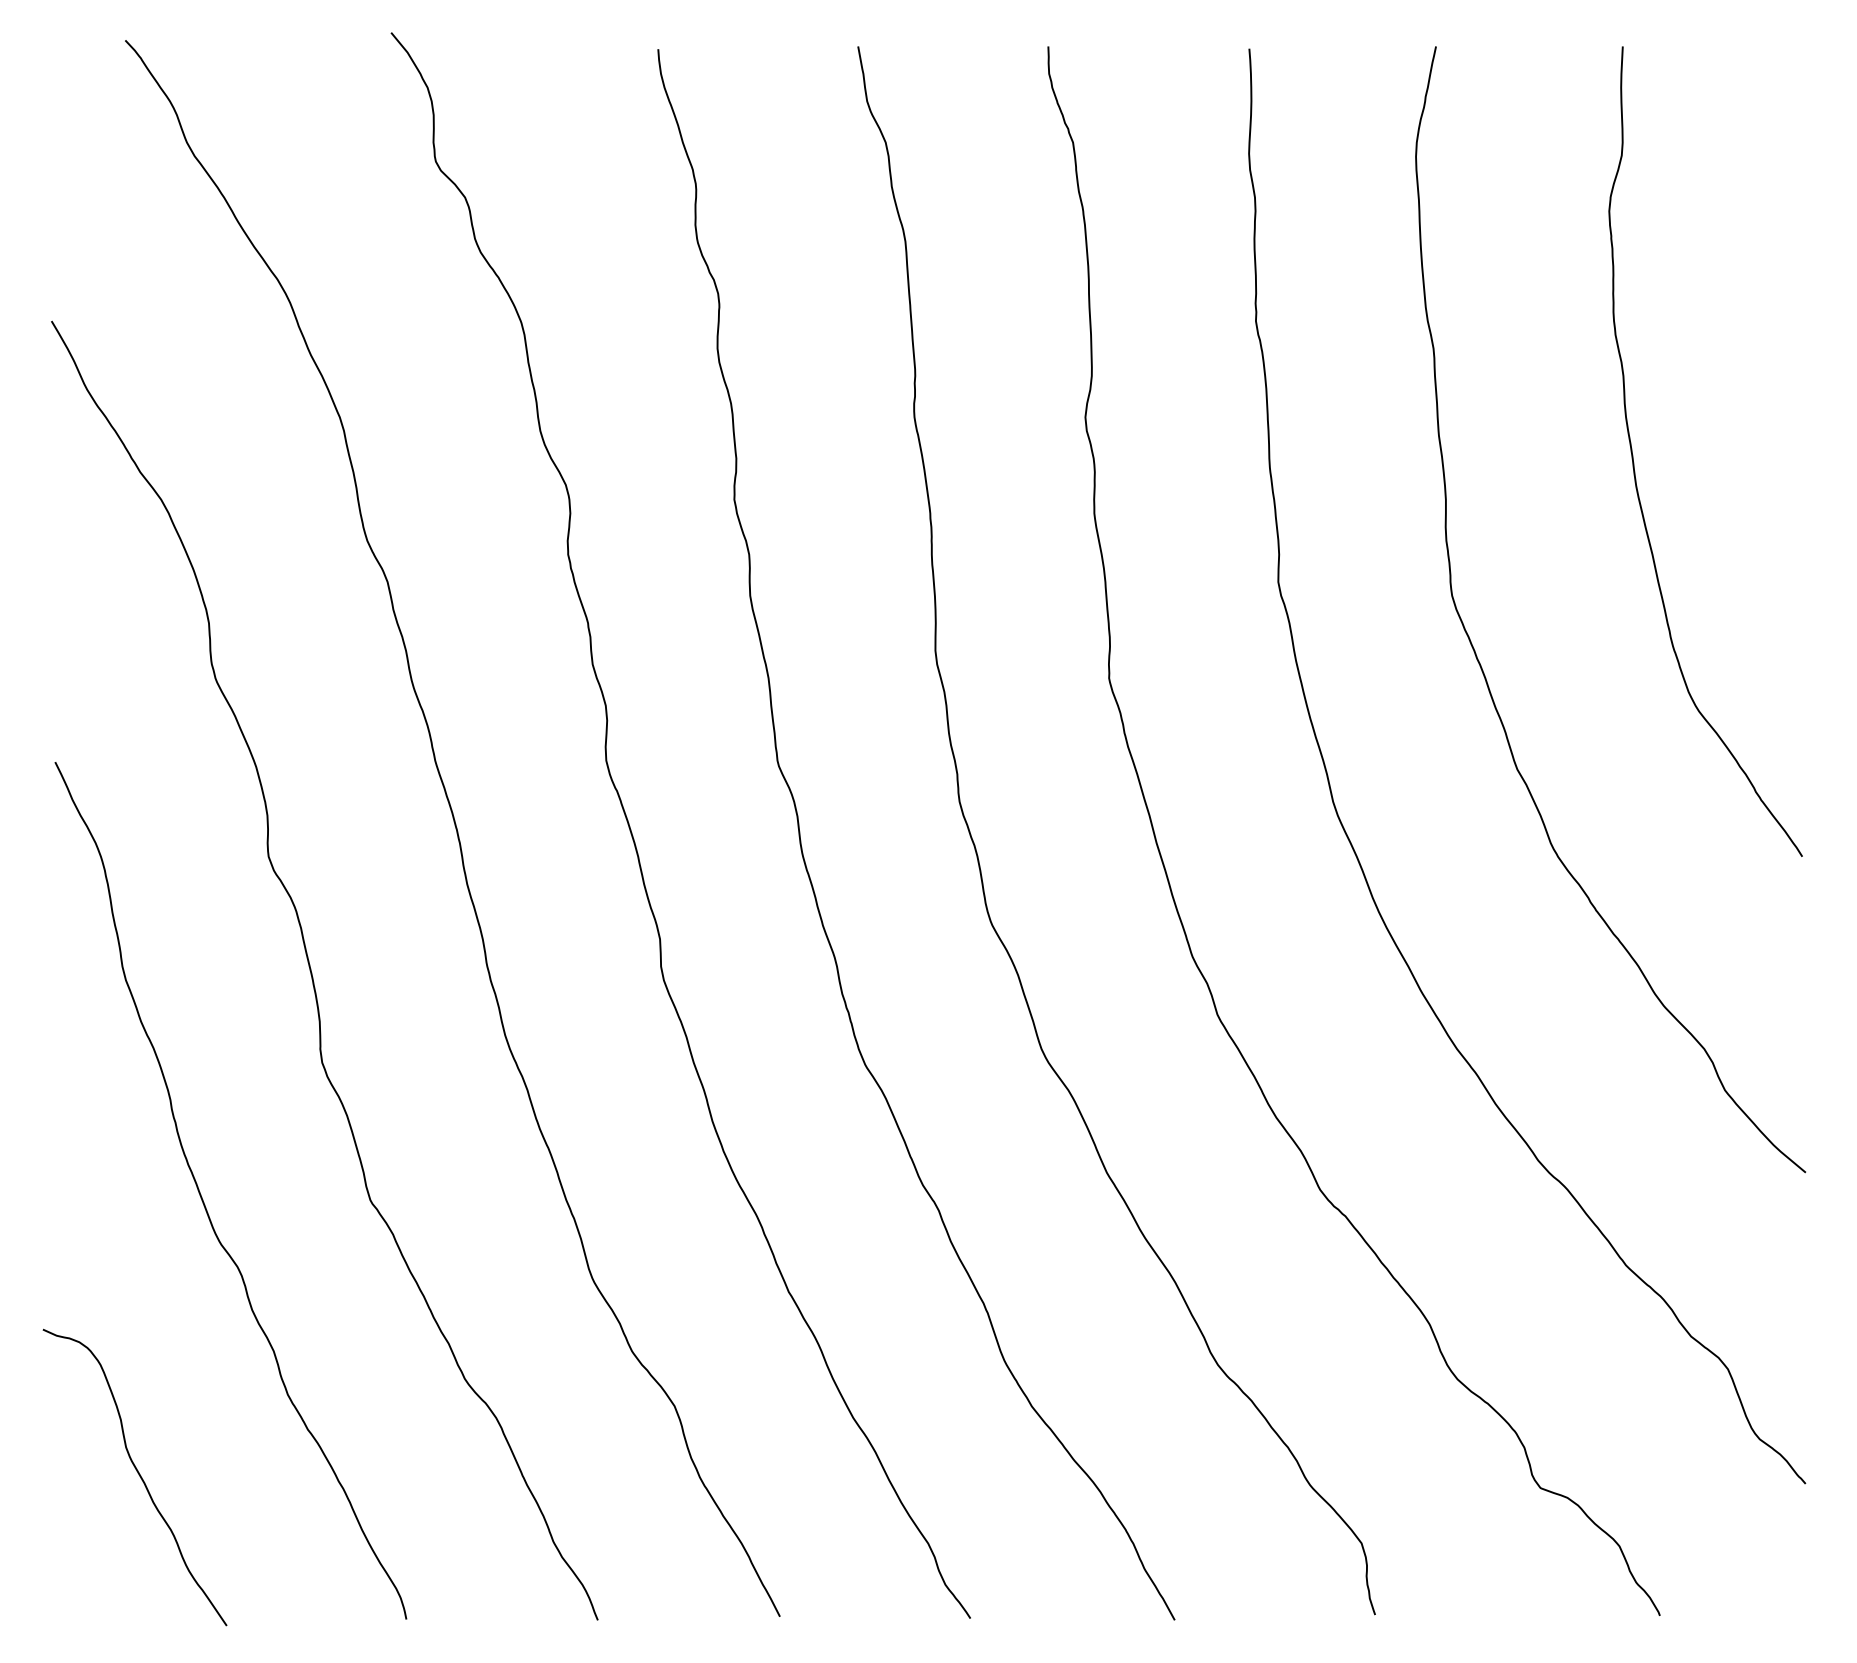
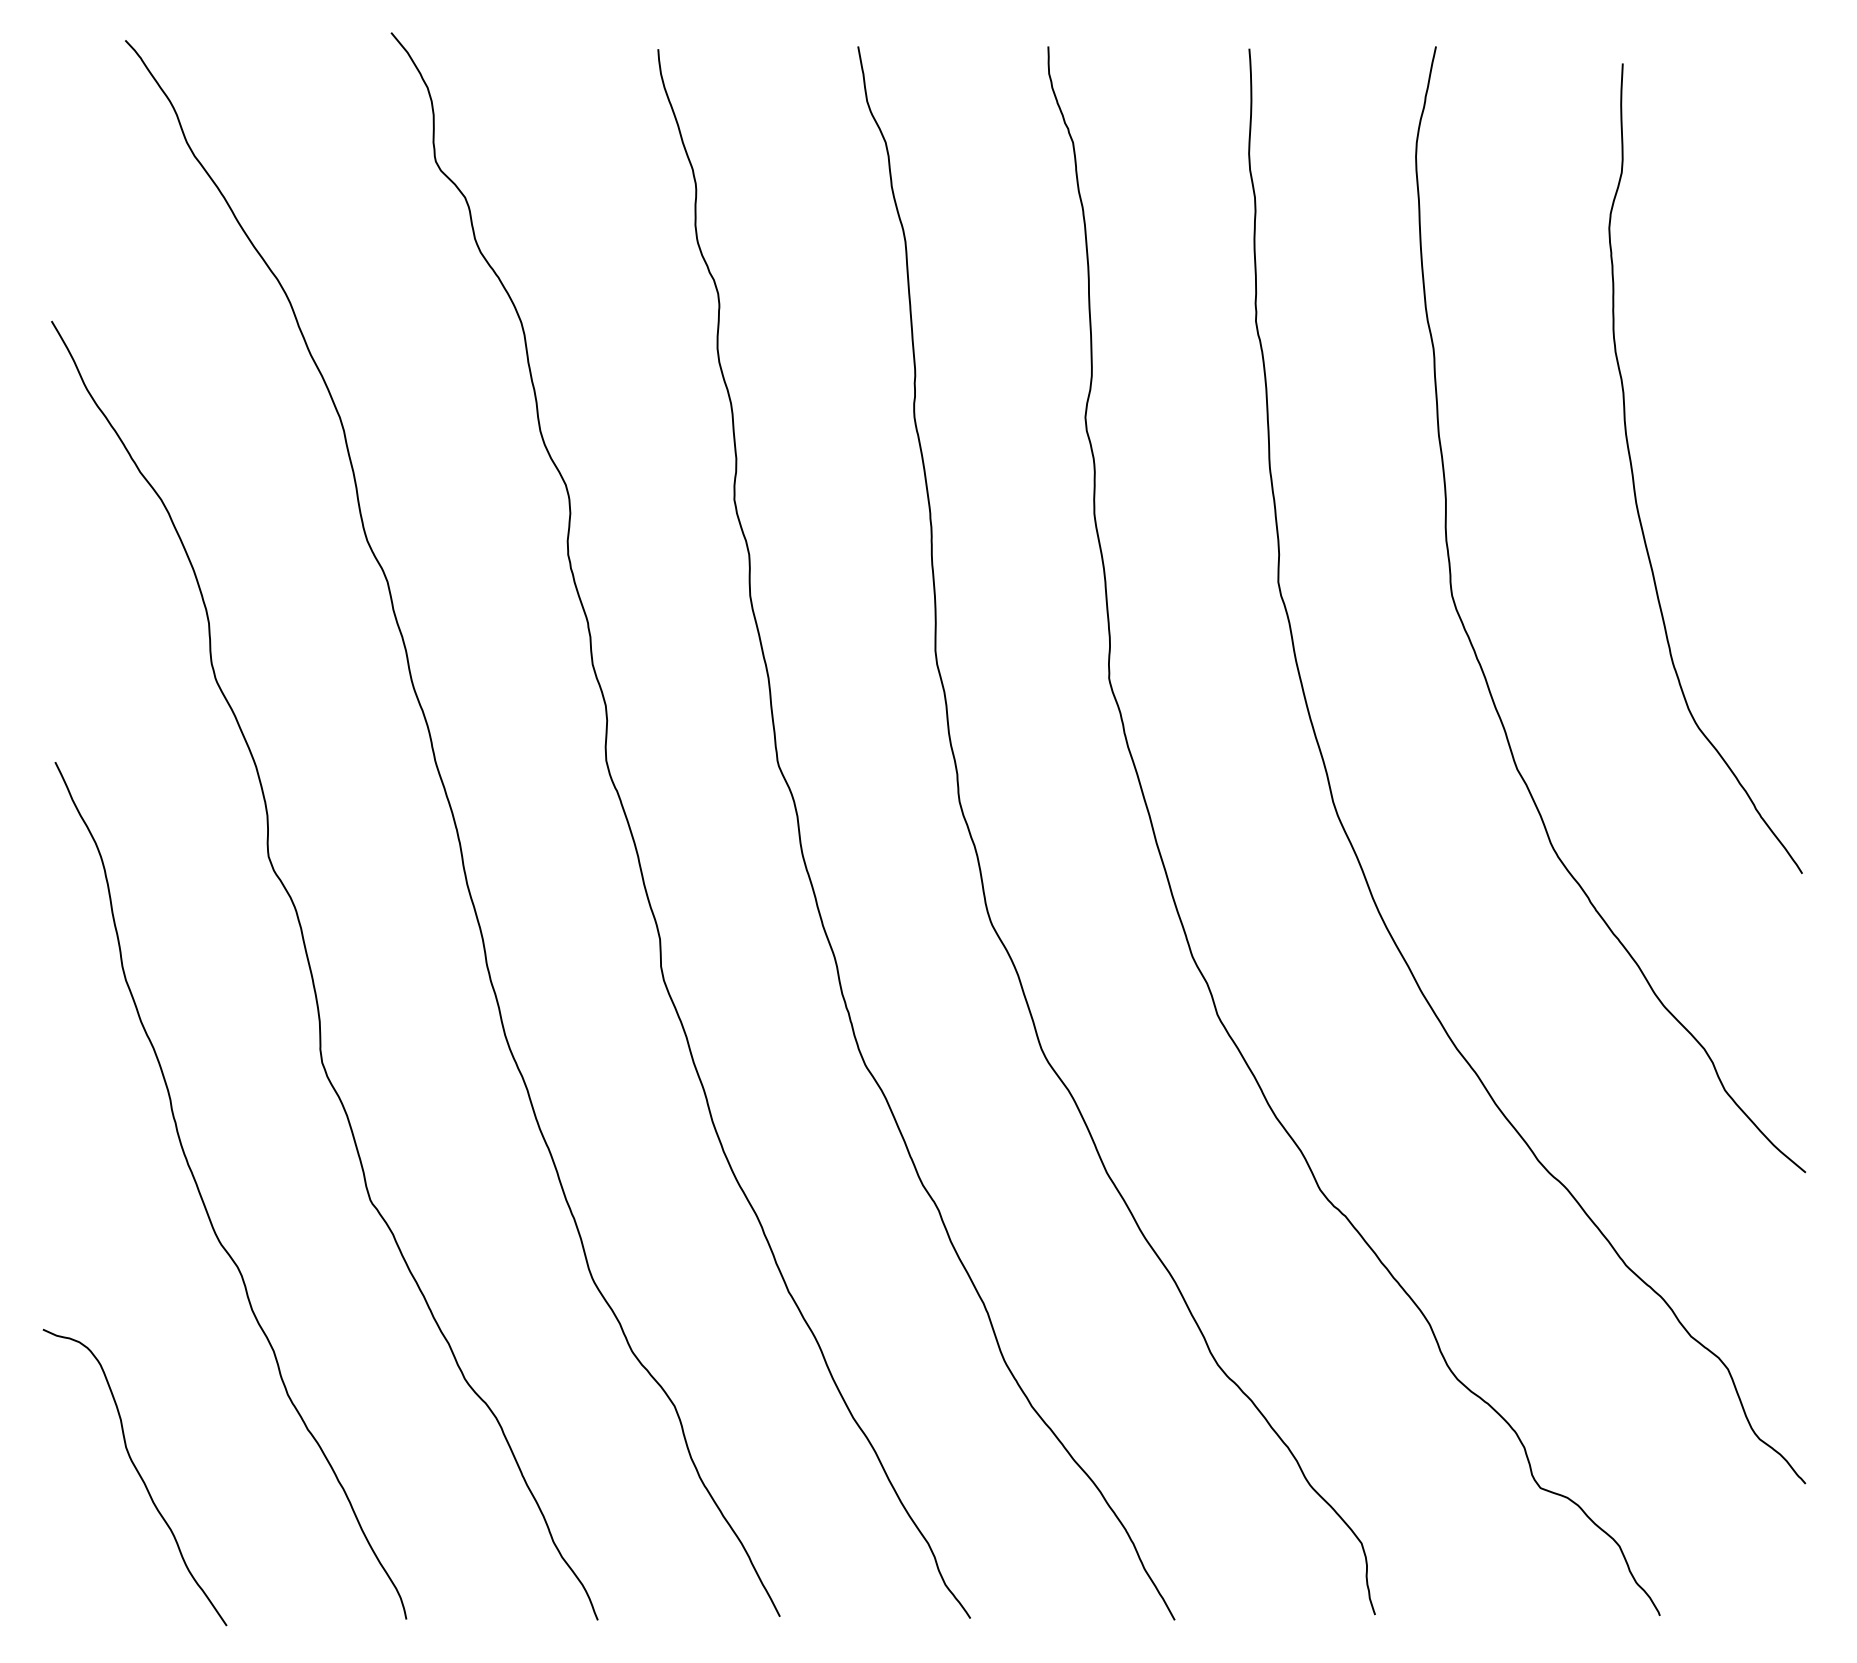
curve at (1634, 462) position: (1634, 462) -> (1634, 479)
